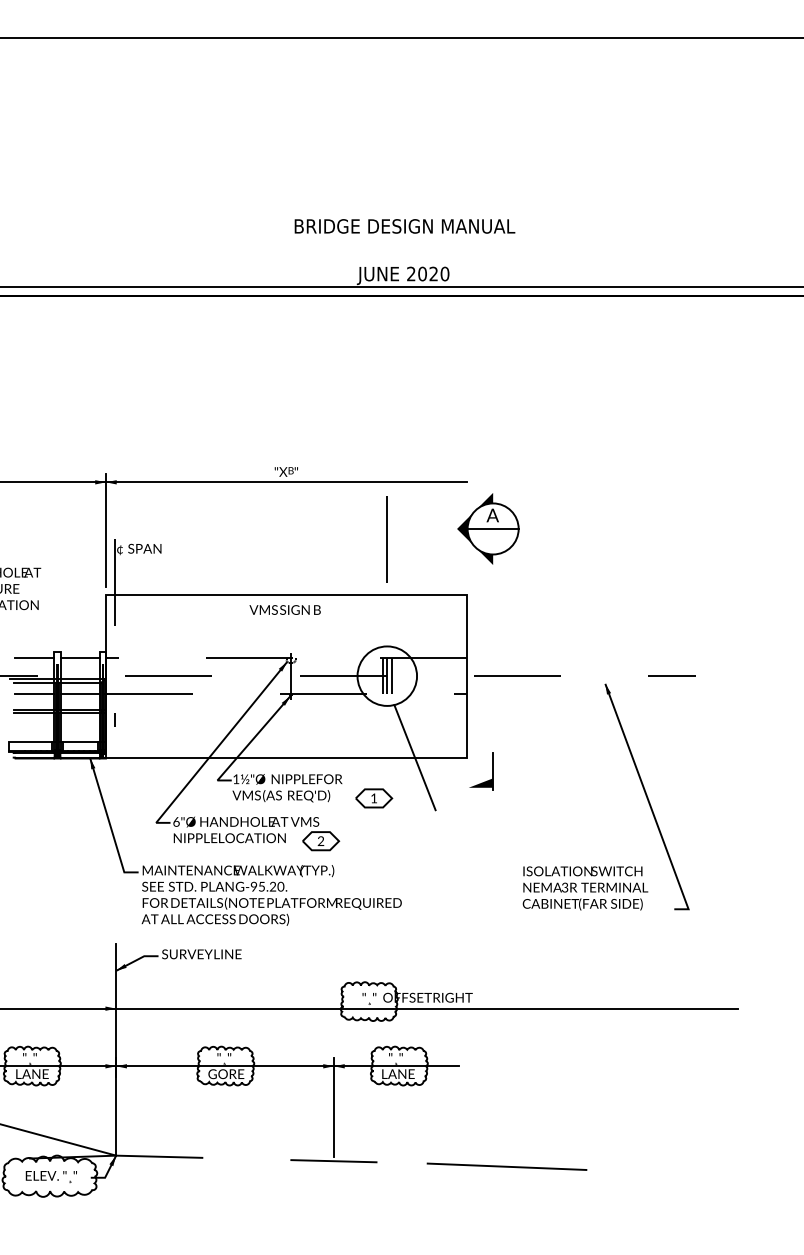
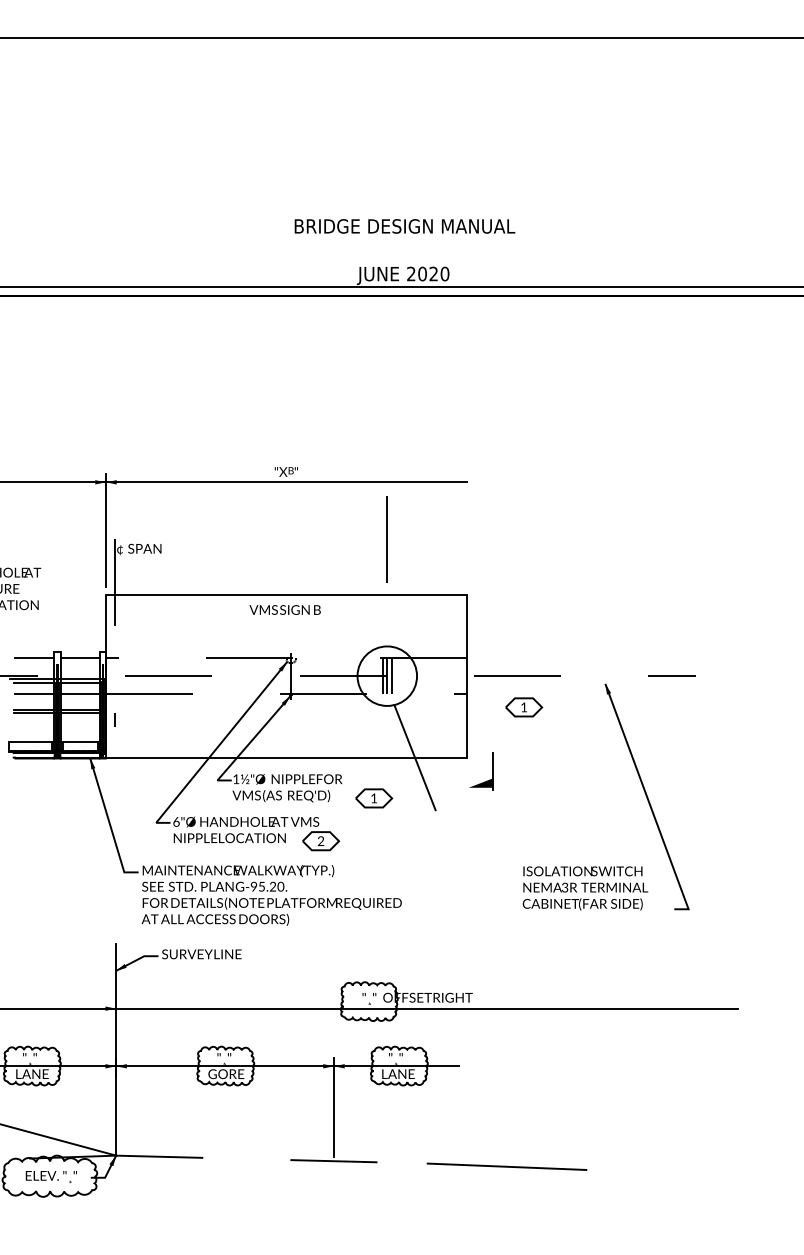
part at (488, 528): present -> none
part at (524, 707): none -> present
